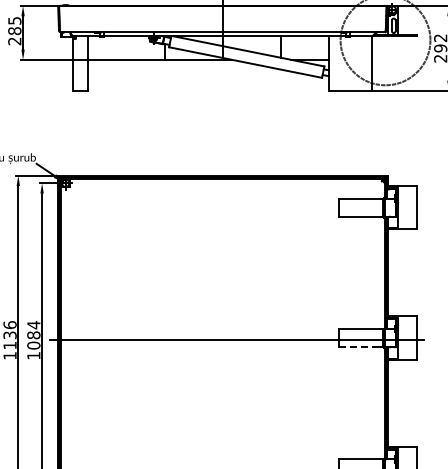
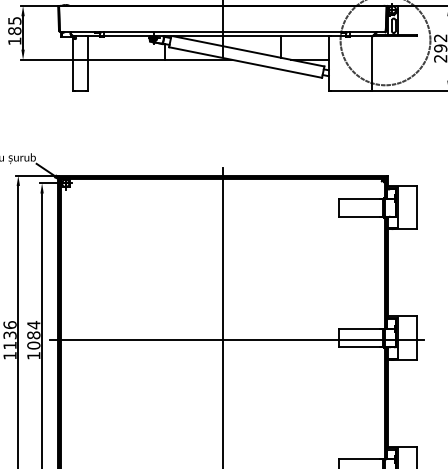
text at (14, 41): 285 -> 185
line at (222, 316): none -> present
line at (360, 346): dashed -> solid
